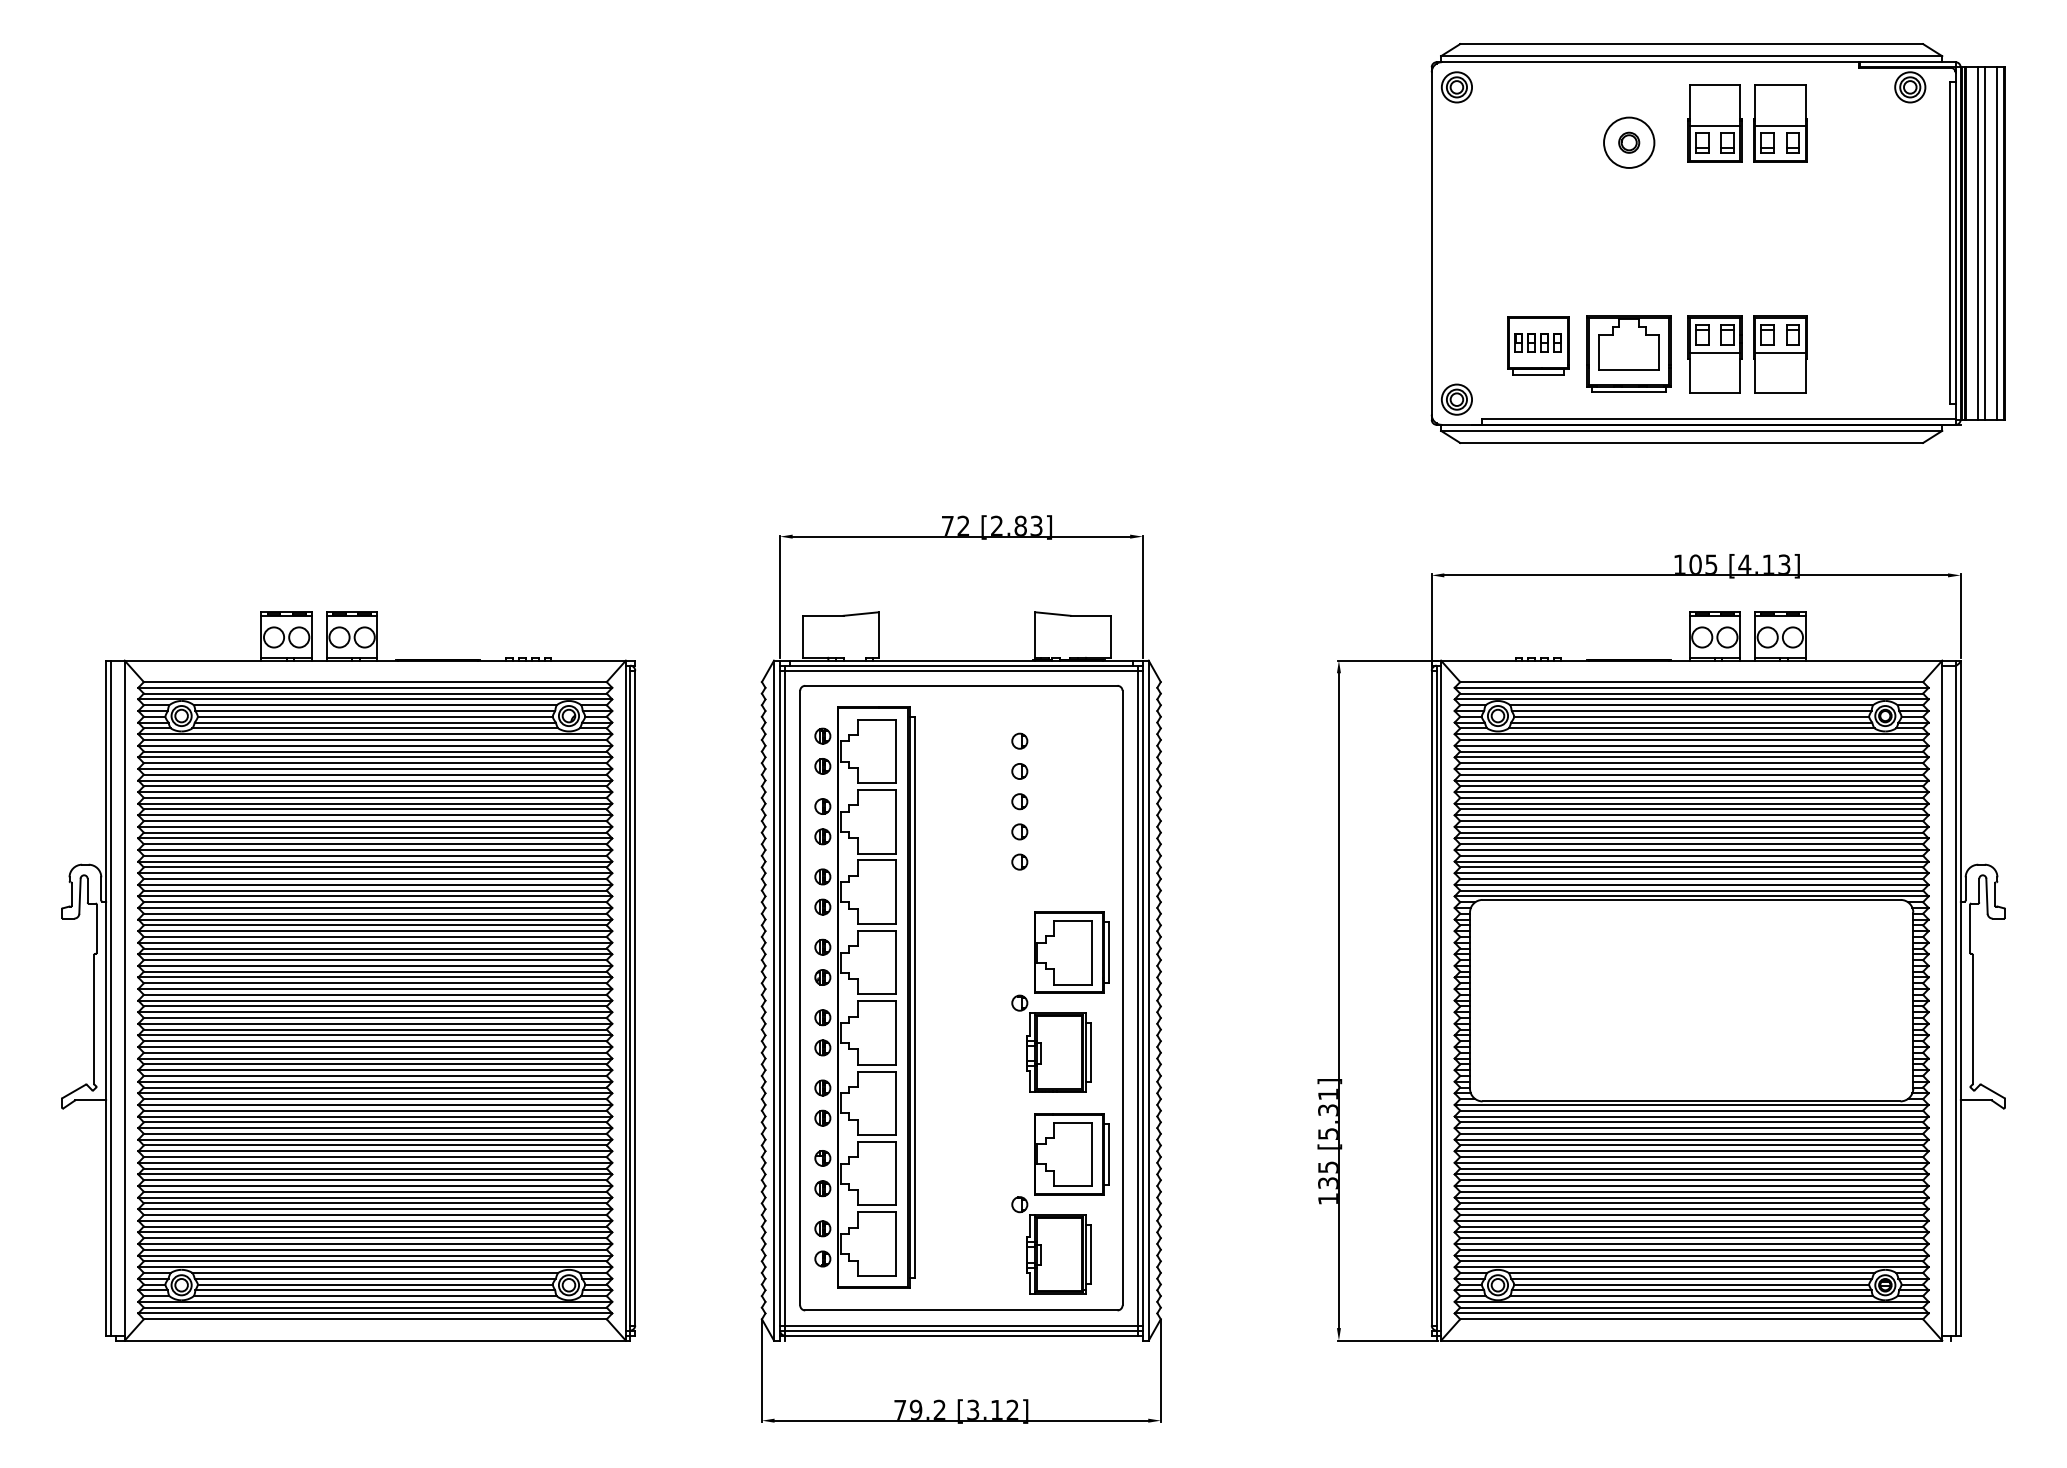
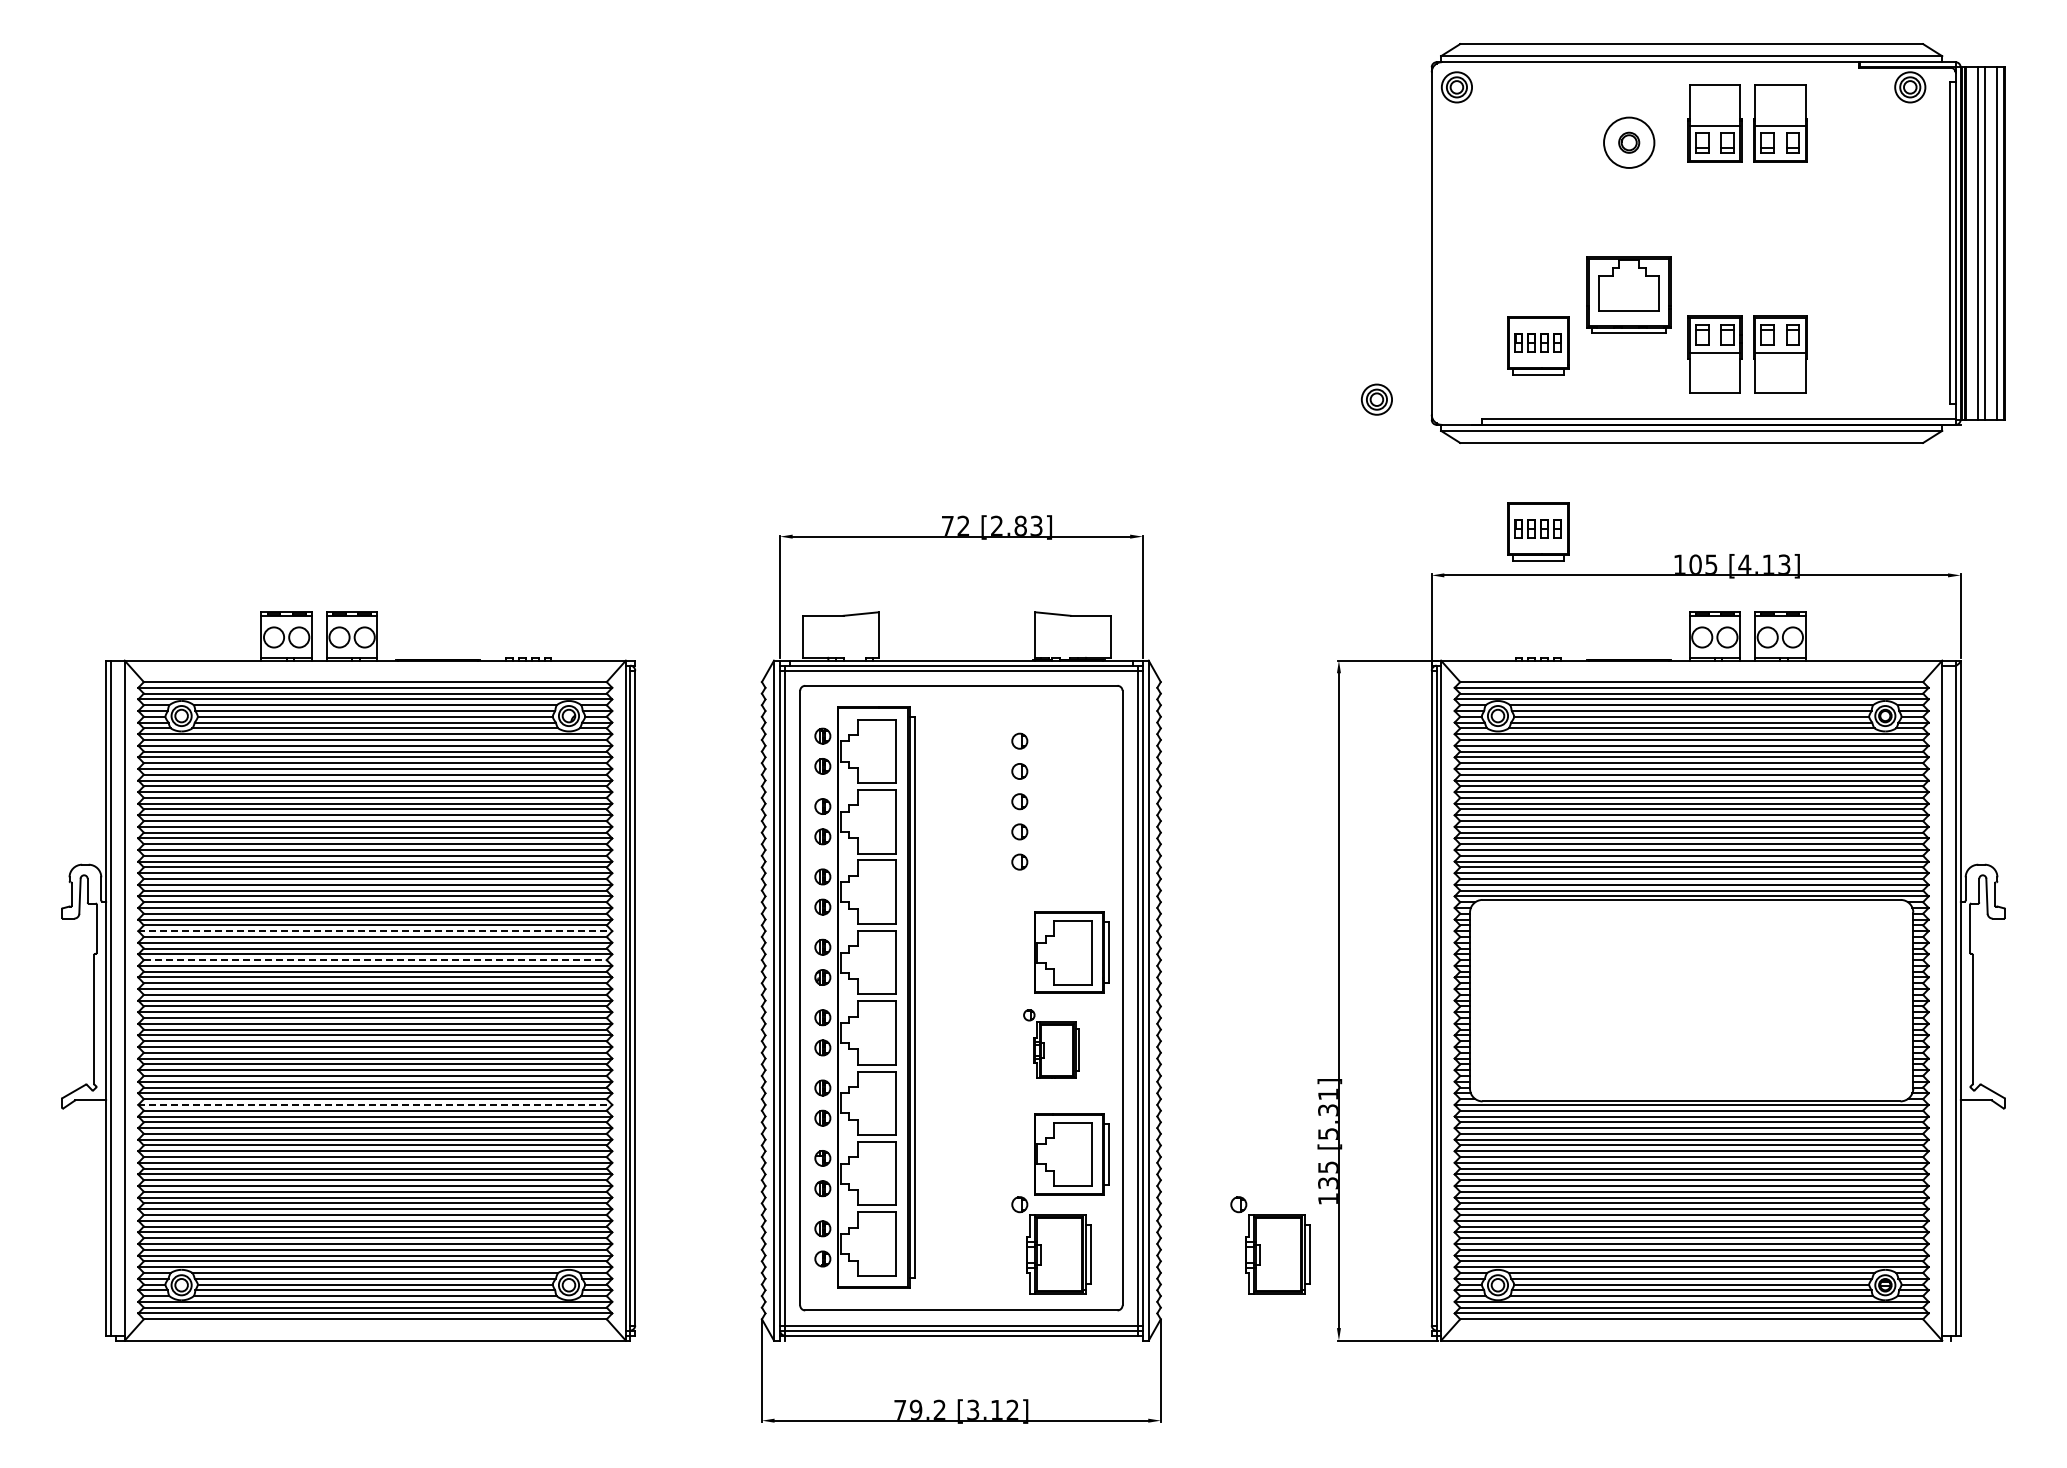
part at (1628, 353) position: (1628, 353) -> (1628, 294)
part at (1456, 399) position: (1456, 399) -> (1376, 399)
part at (1538, 531): none -> present
line at (375, 931): solid -> dashed
line at (375, 960): solid -> dashed
part at (1051, 1043) size: 81x99 px -> 57x70 px
line at (375, 1104): solid -> dashed
part at (1270, 1245): none -> present
